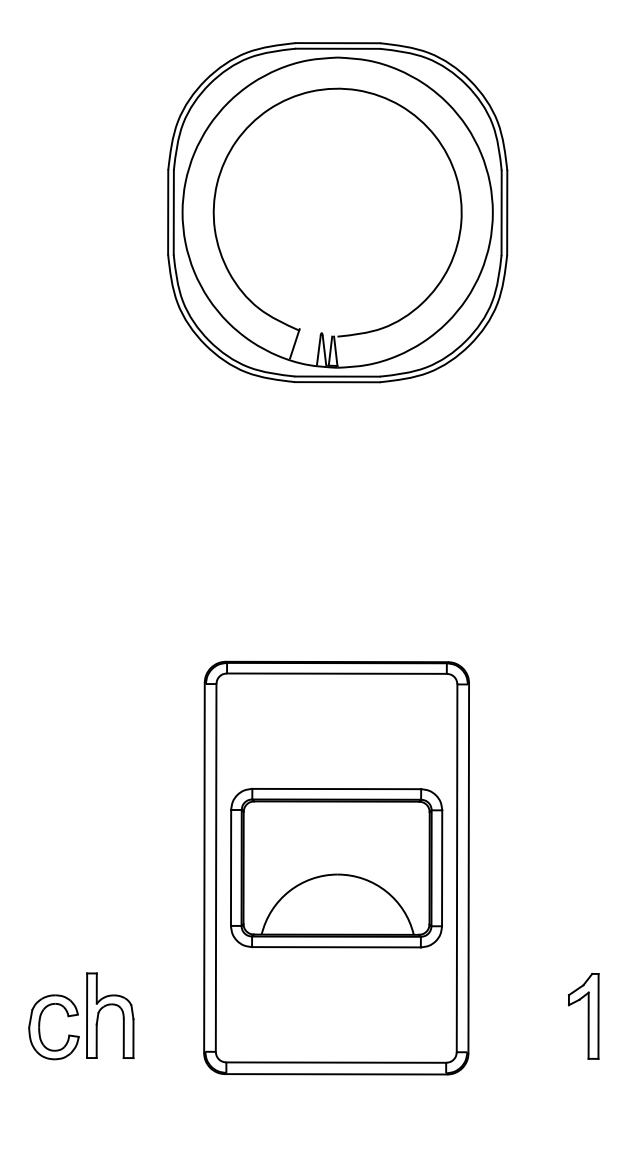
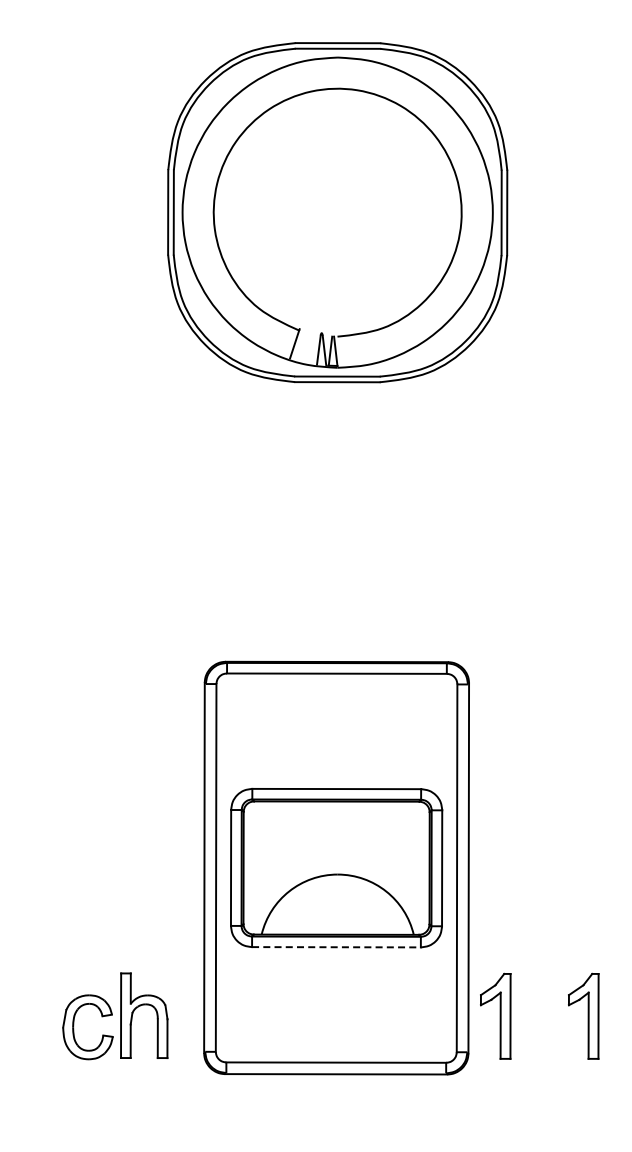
line at (336, 947): solid -> dashed
part at (495, 1015): none -> present
part at (81, 1016) position: (81, 1016) -> (115, 1016)
